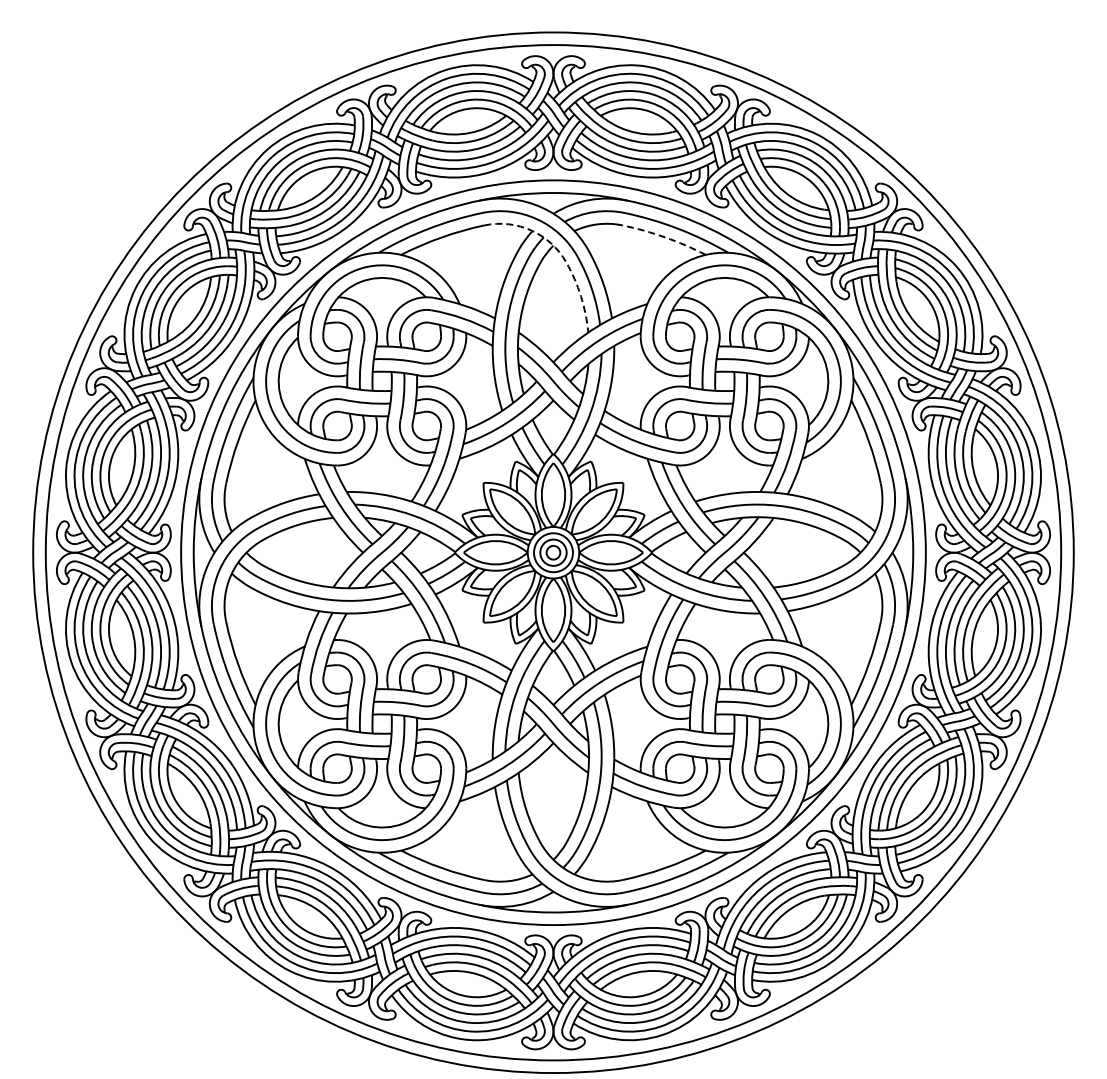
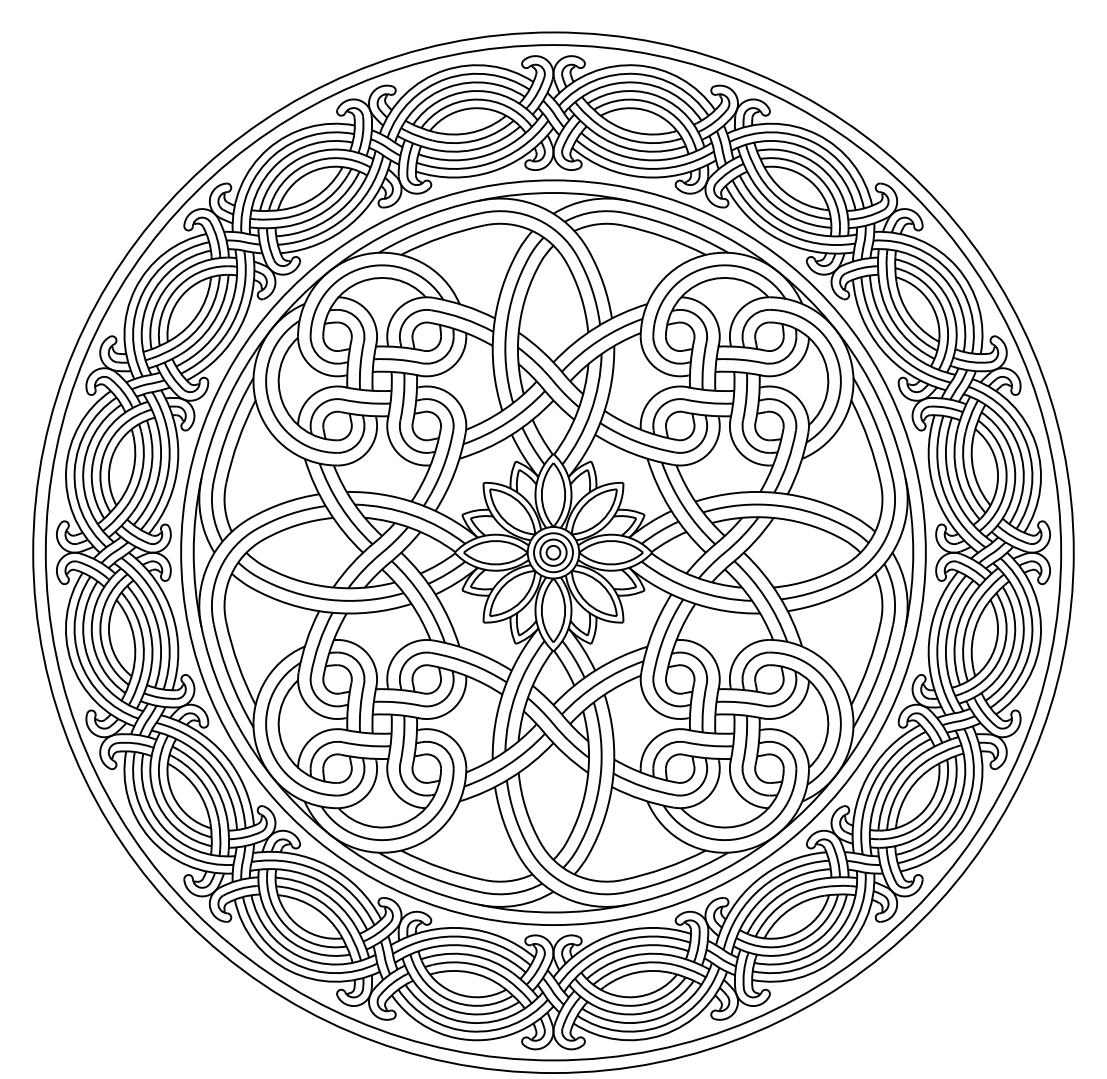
arc at (665, 237): dashed -> solid
line at (559, 252): dashed -> solid
